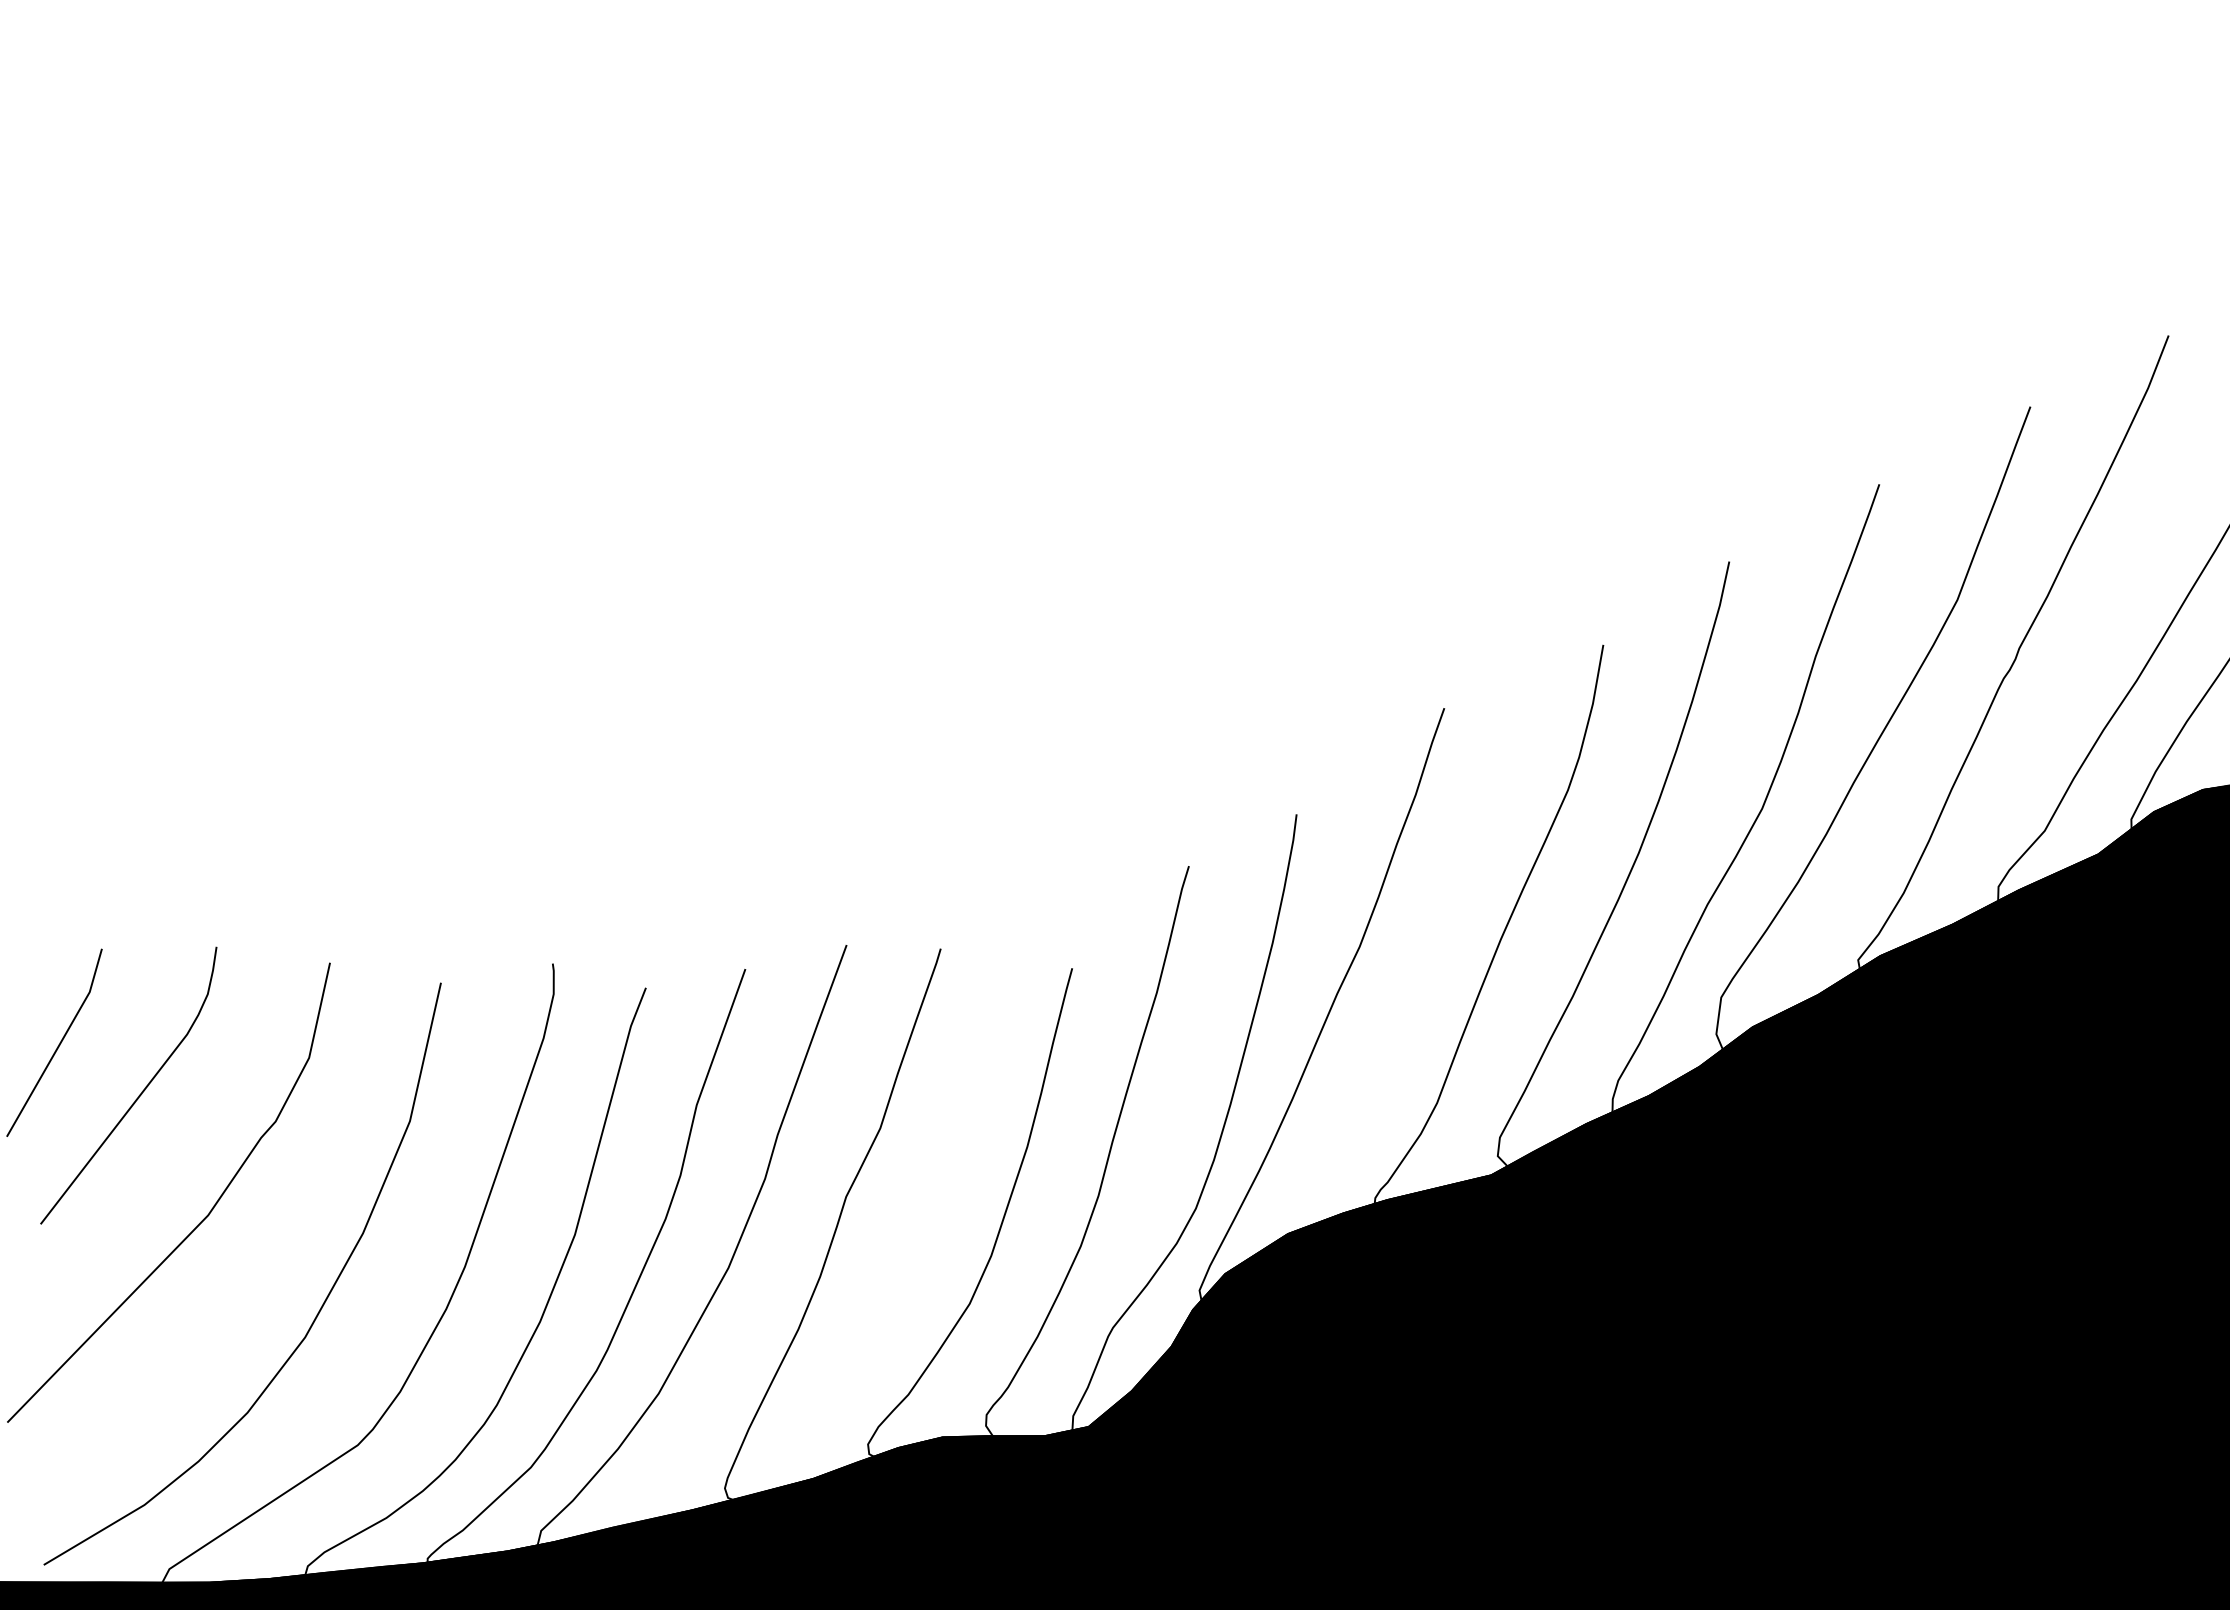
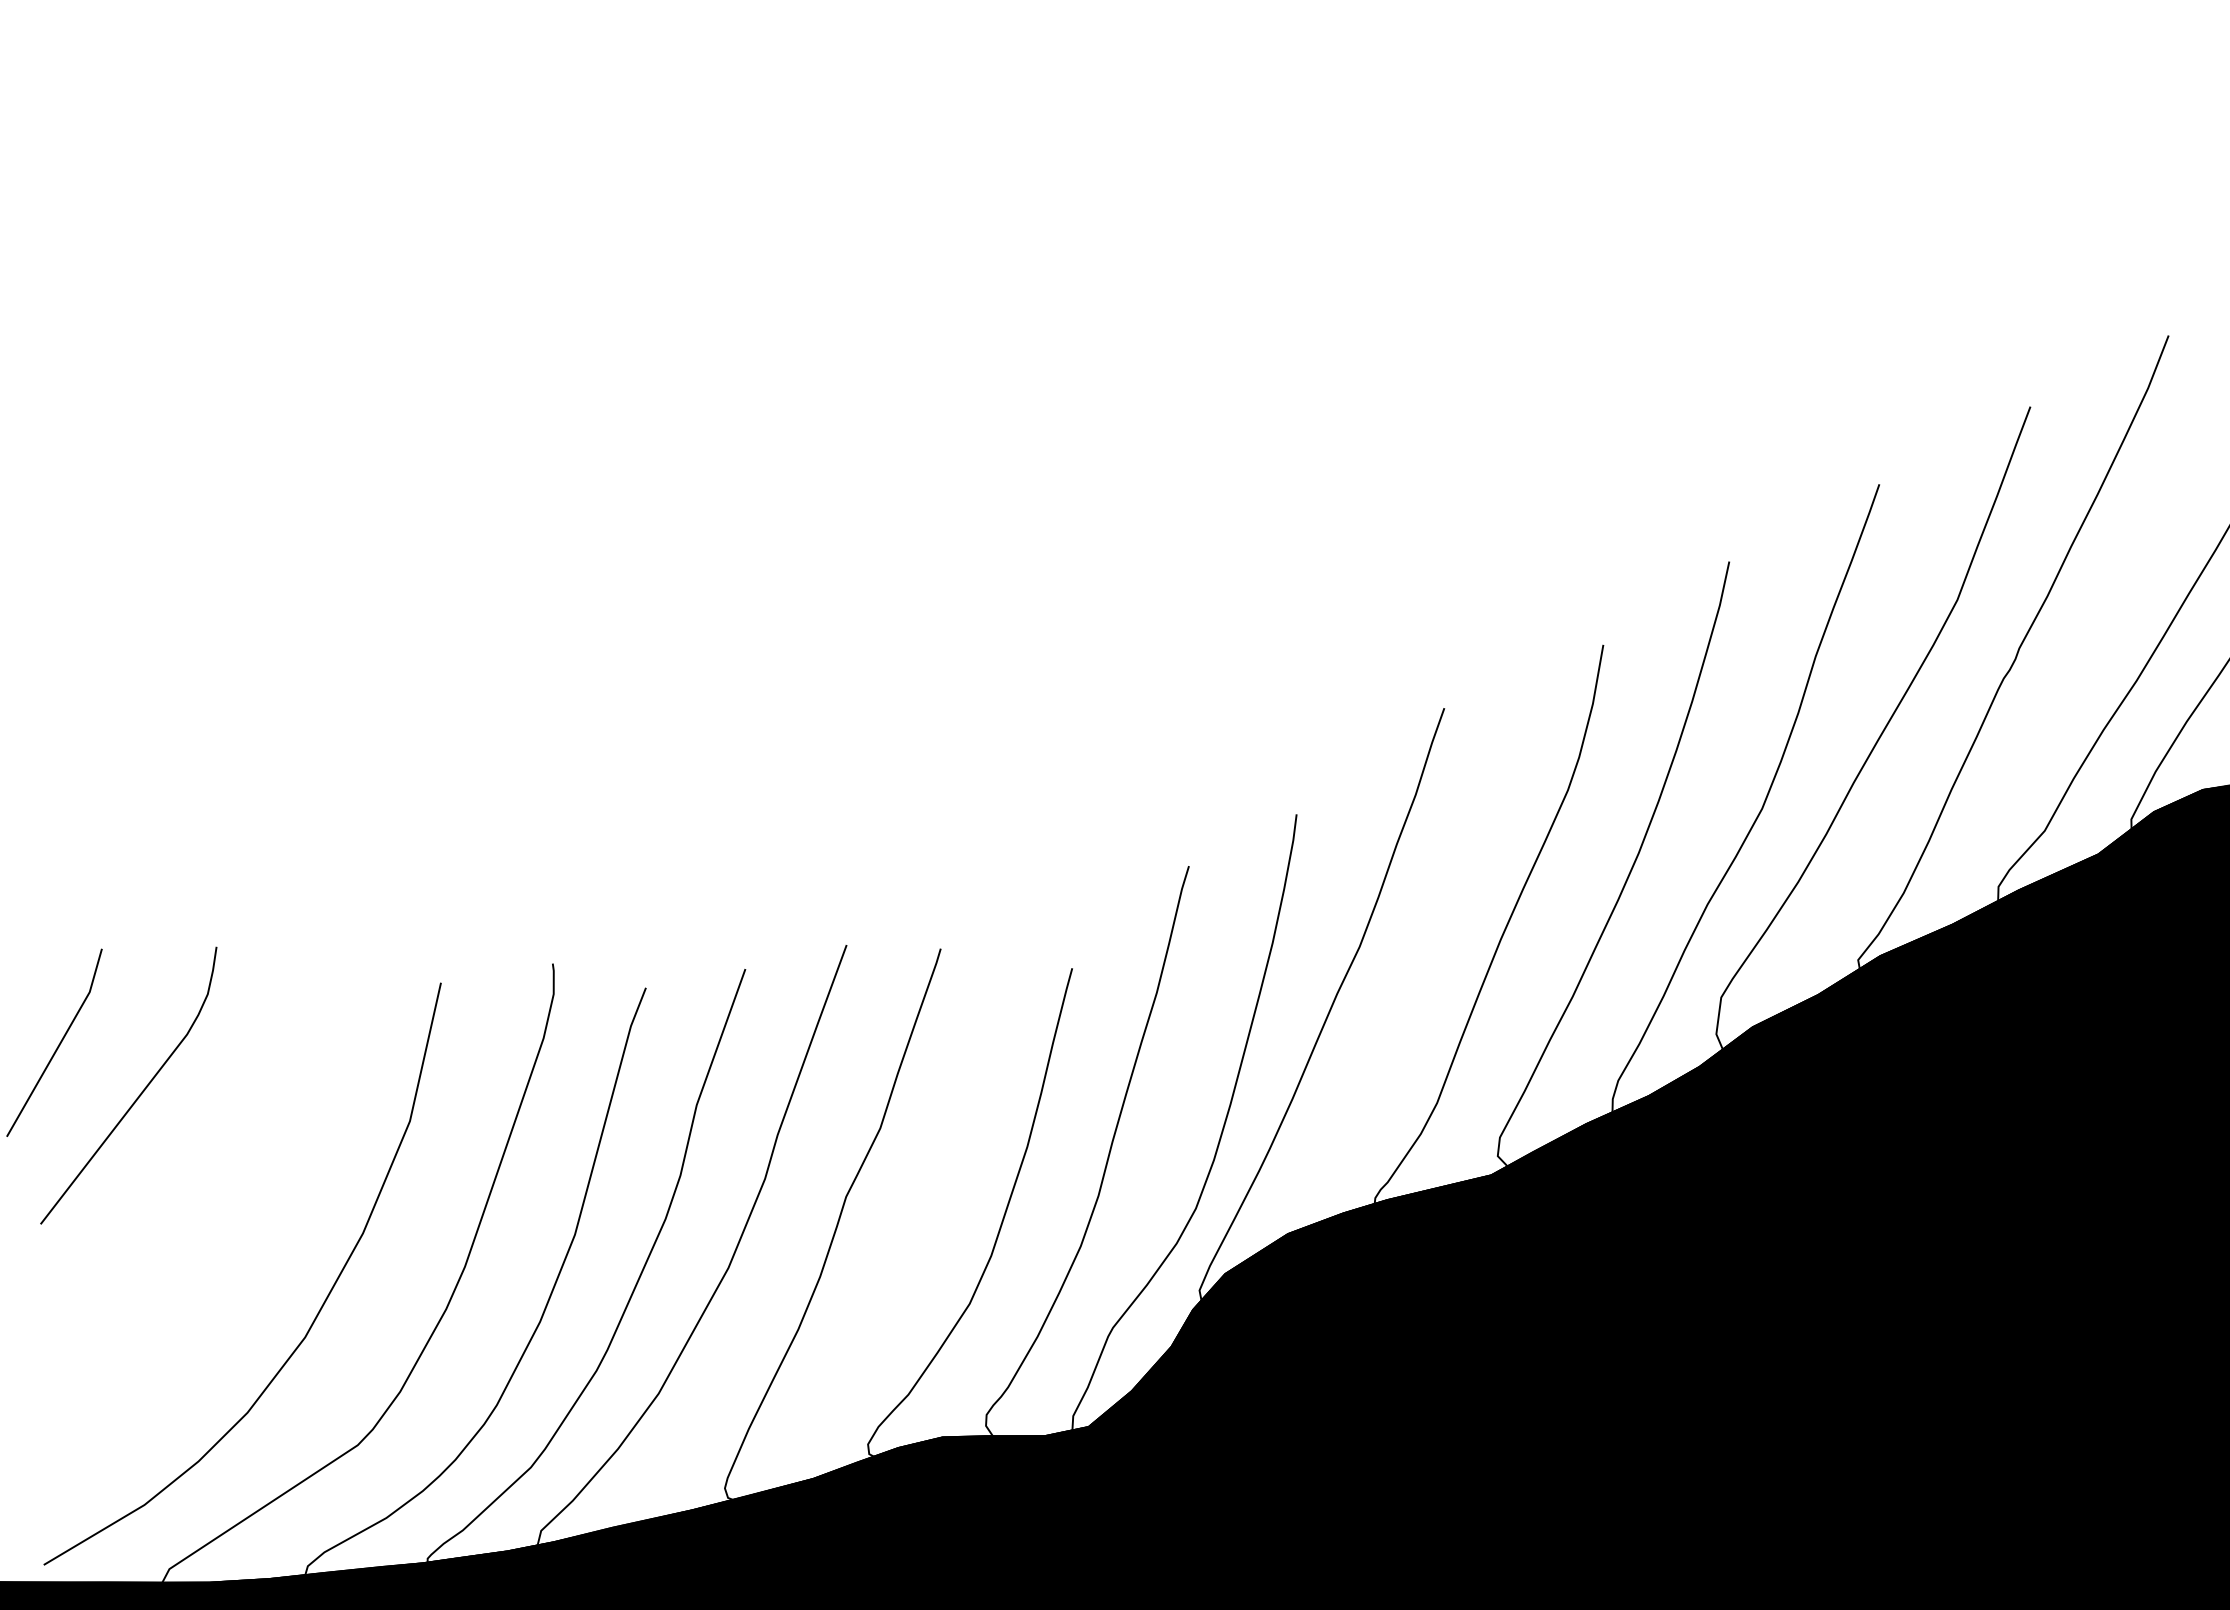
curve at (199, 1222): present -> none
